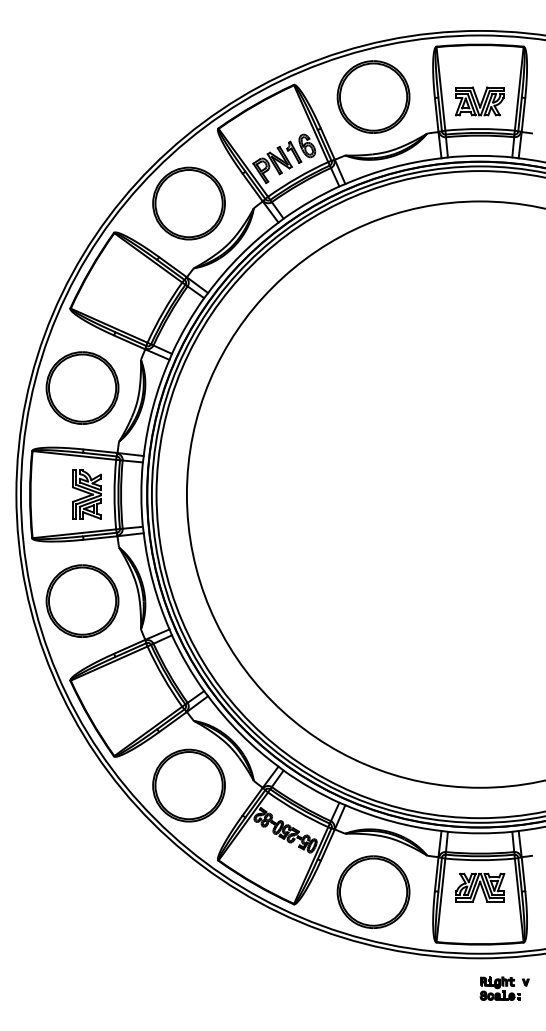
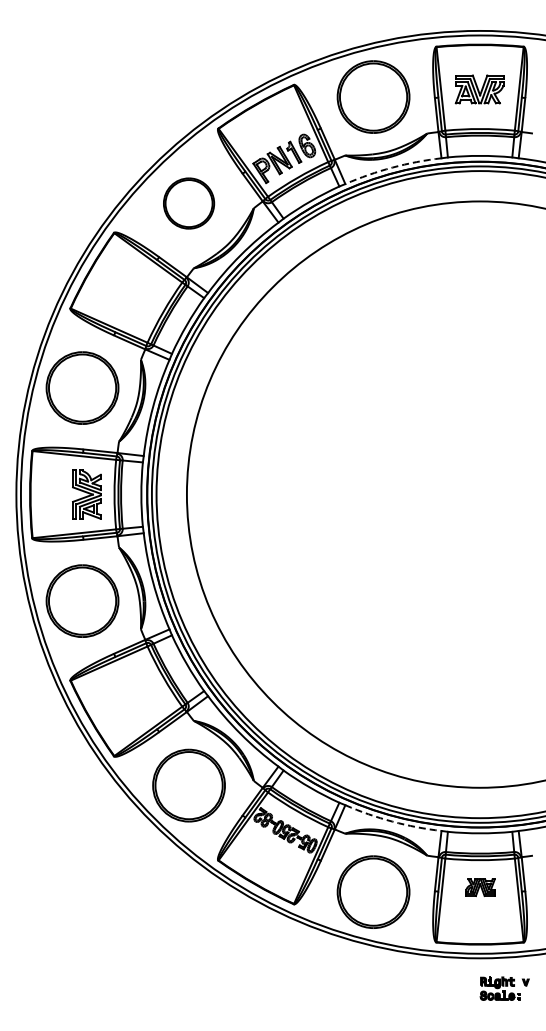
part at (479, 101) position: (479, 101) -> (479, 89)
arc at (392, 167): solid -> dashed
part at (188, 203) size: 74x75 px -> 53x53 px
arc at (392, 821): solid -> dashed
part at (480, 887) size: 51x31 px -> 31x19 px
